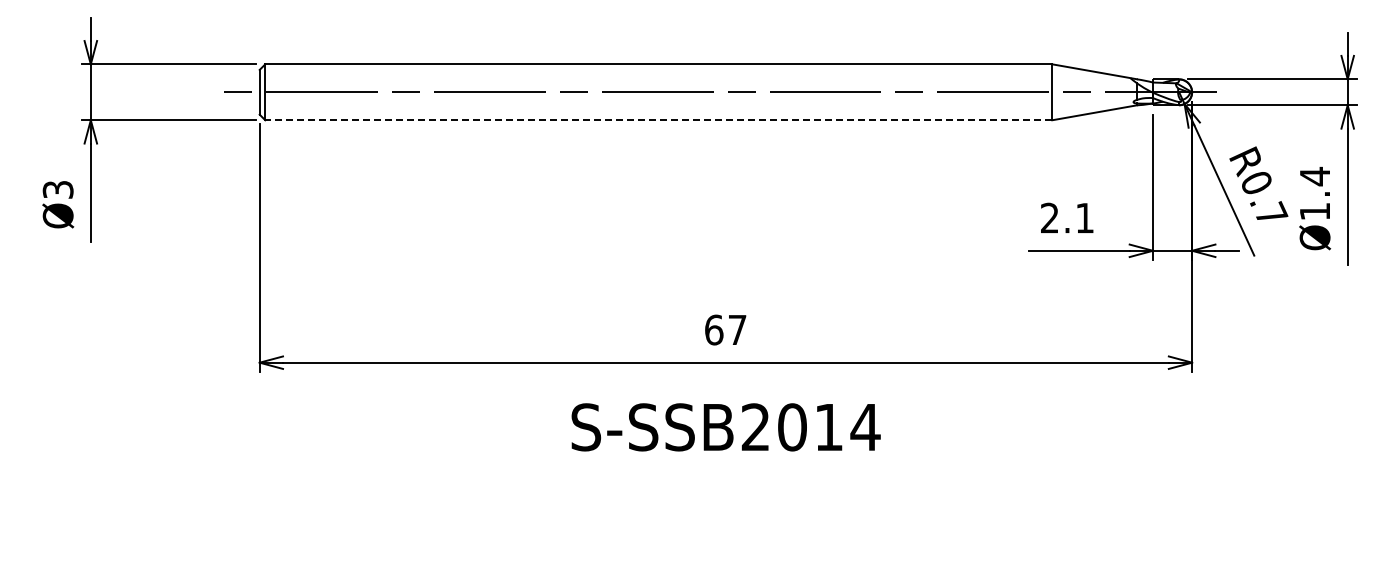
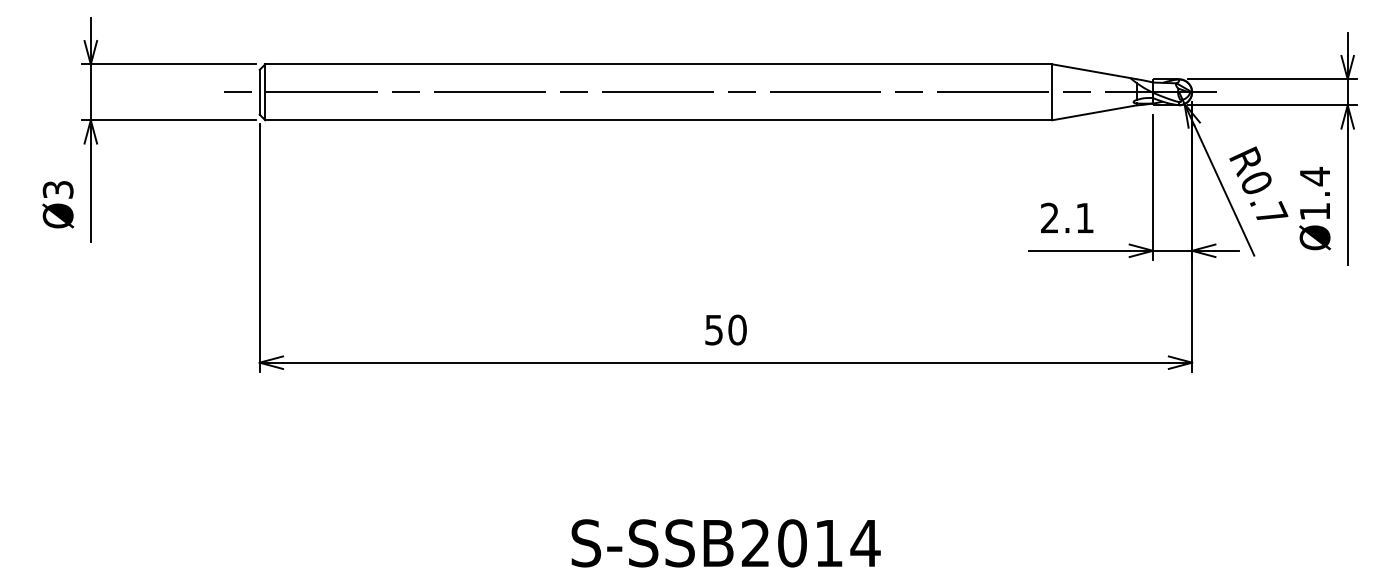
line at (658, 120): dashed -> solid
text at (725, 329): 67 -> 50
text at (725, 427) position: (725, 427) -> (725, 543)
